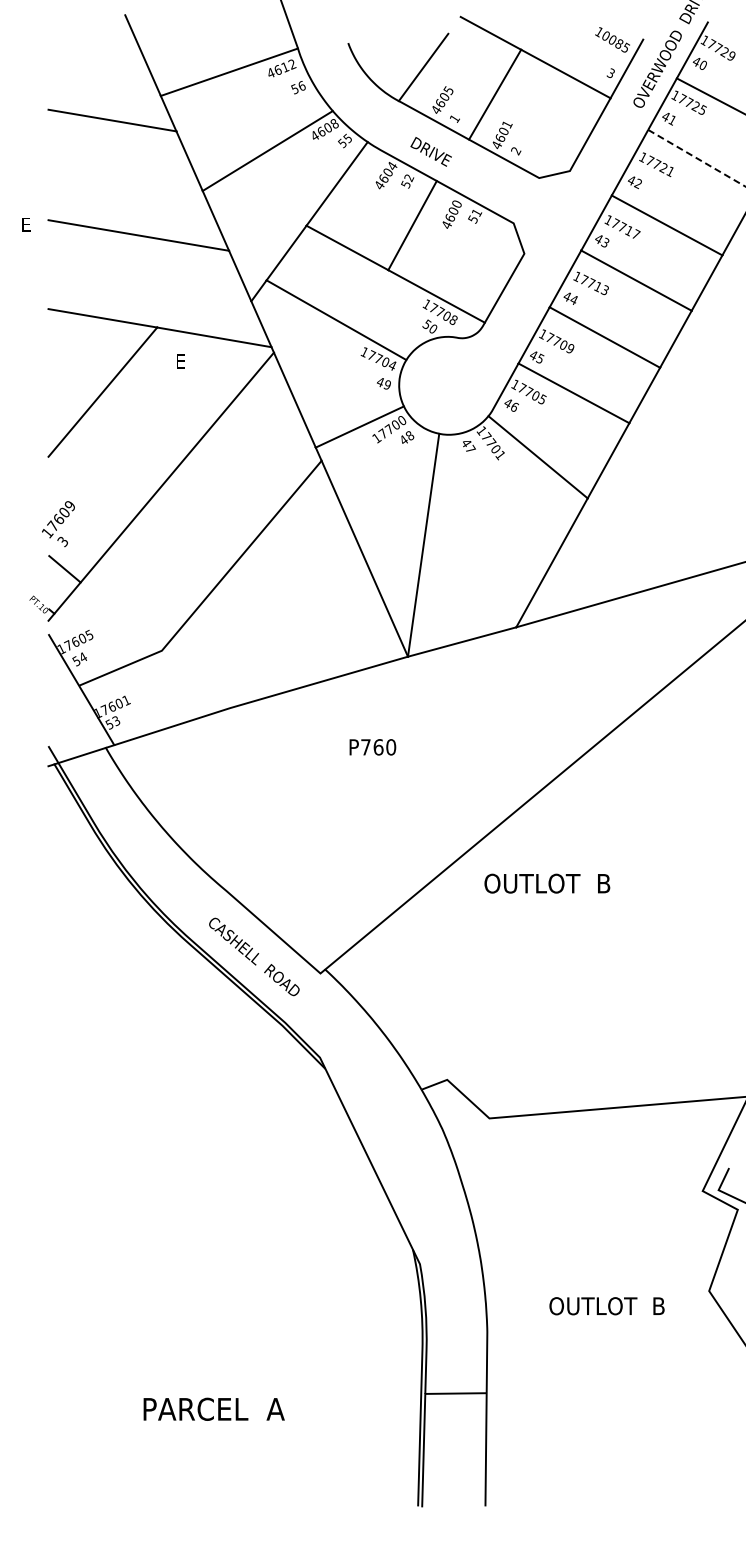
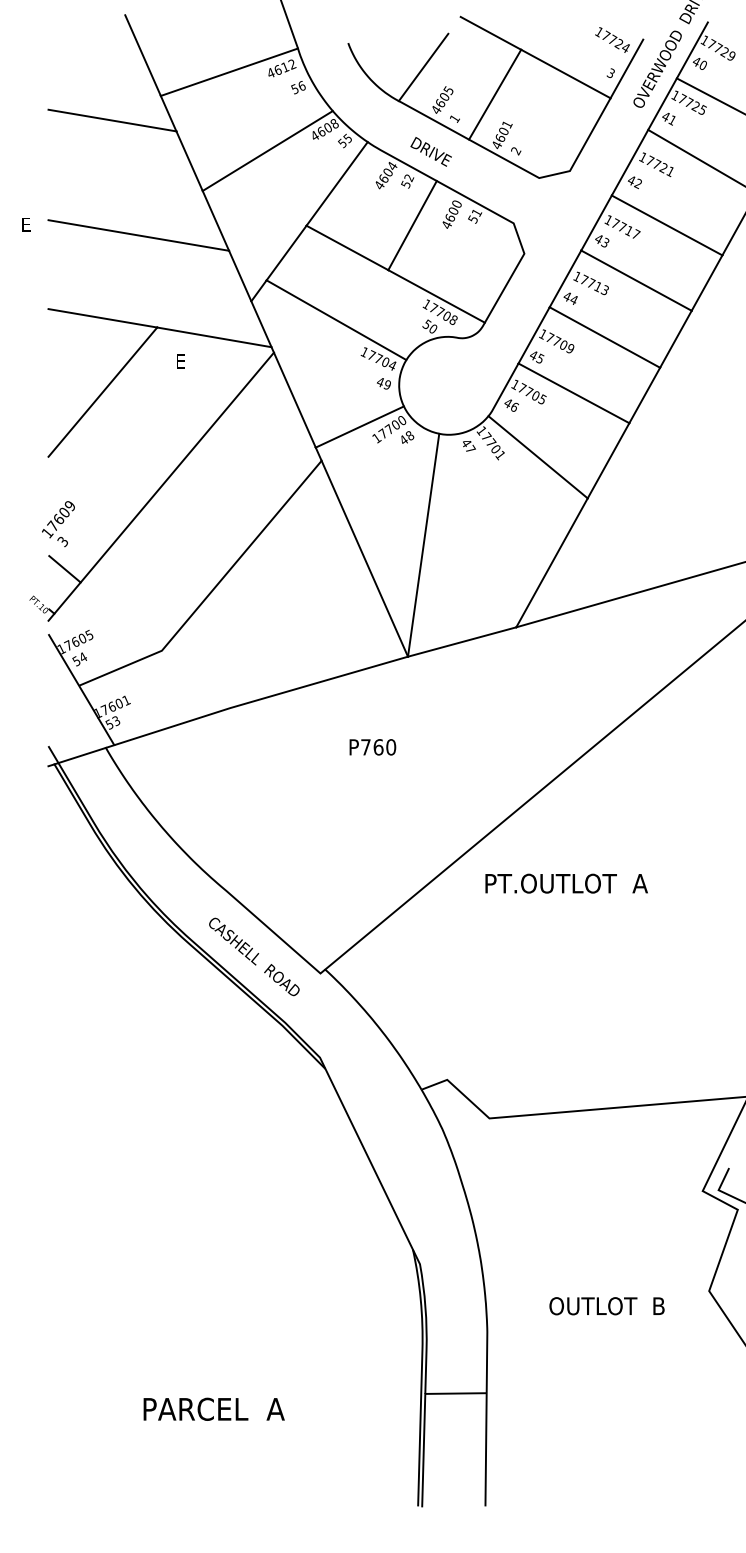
text at (615, 41): 10085 -> 17724
line at (697, 158): dashed -> solid
text at (565, 883): OUTLOT  B -> PT.OUTLOT  A
